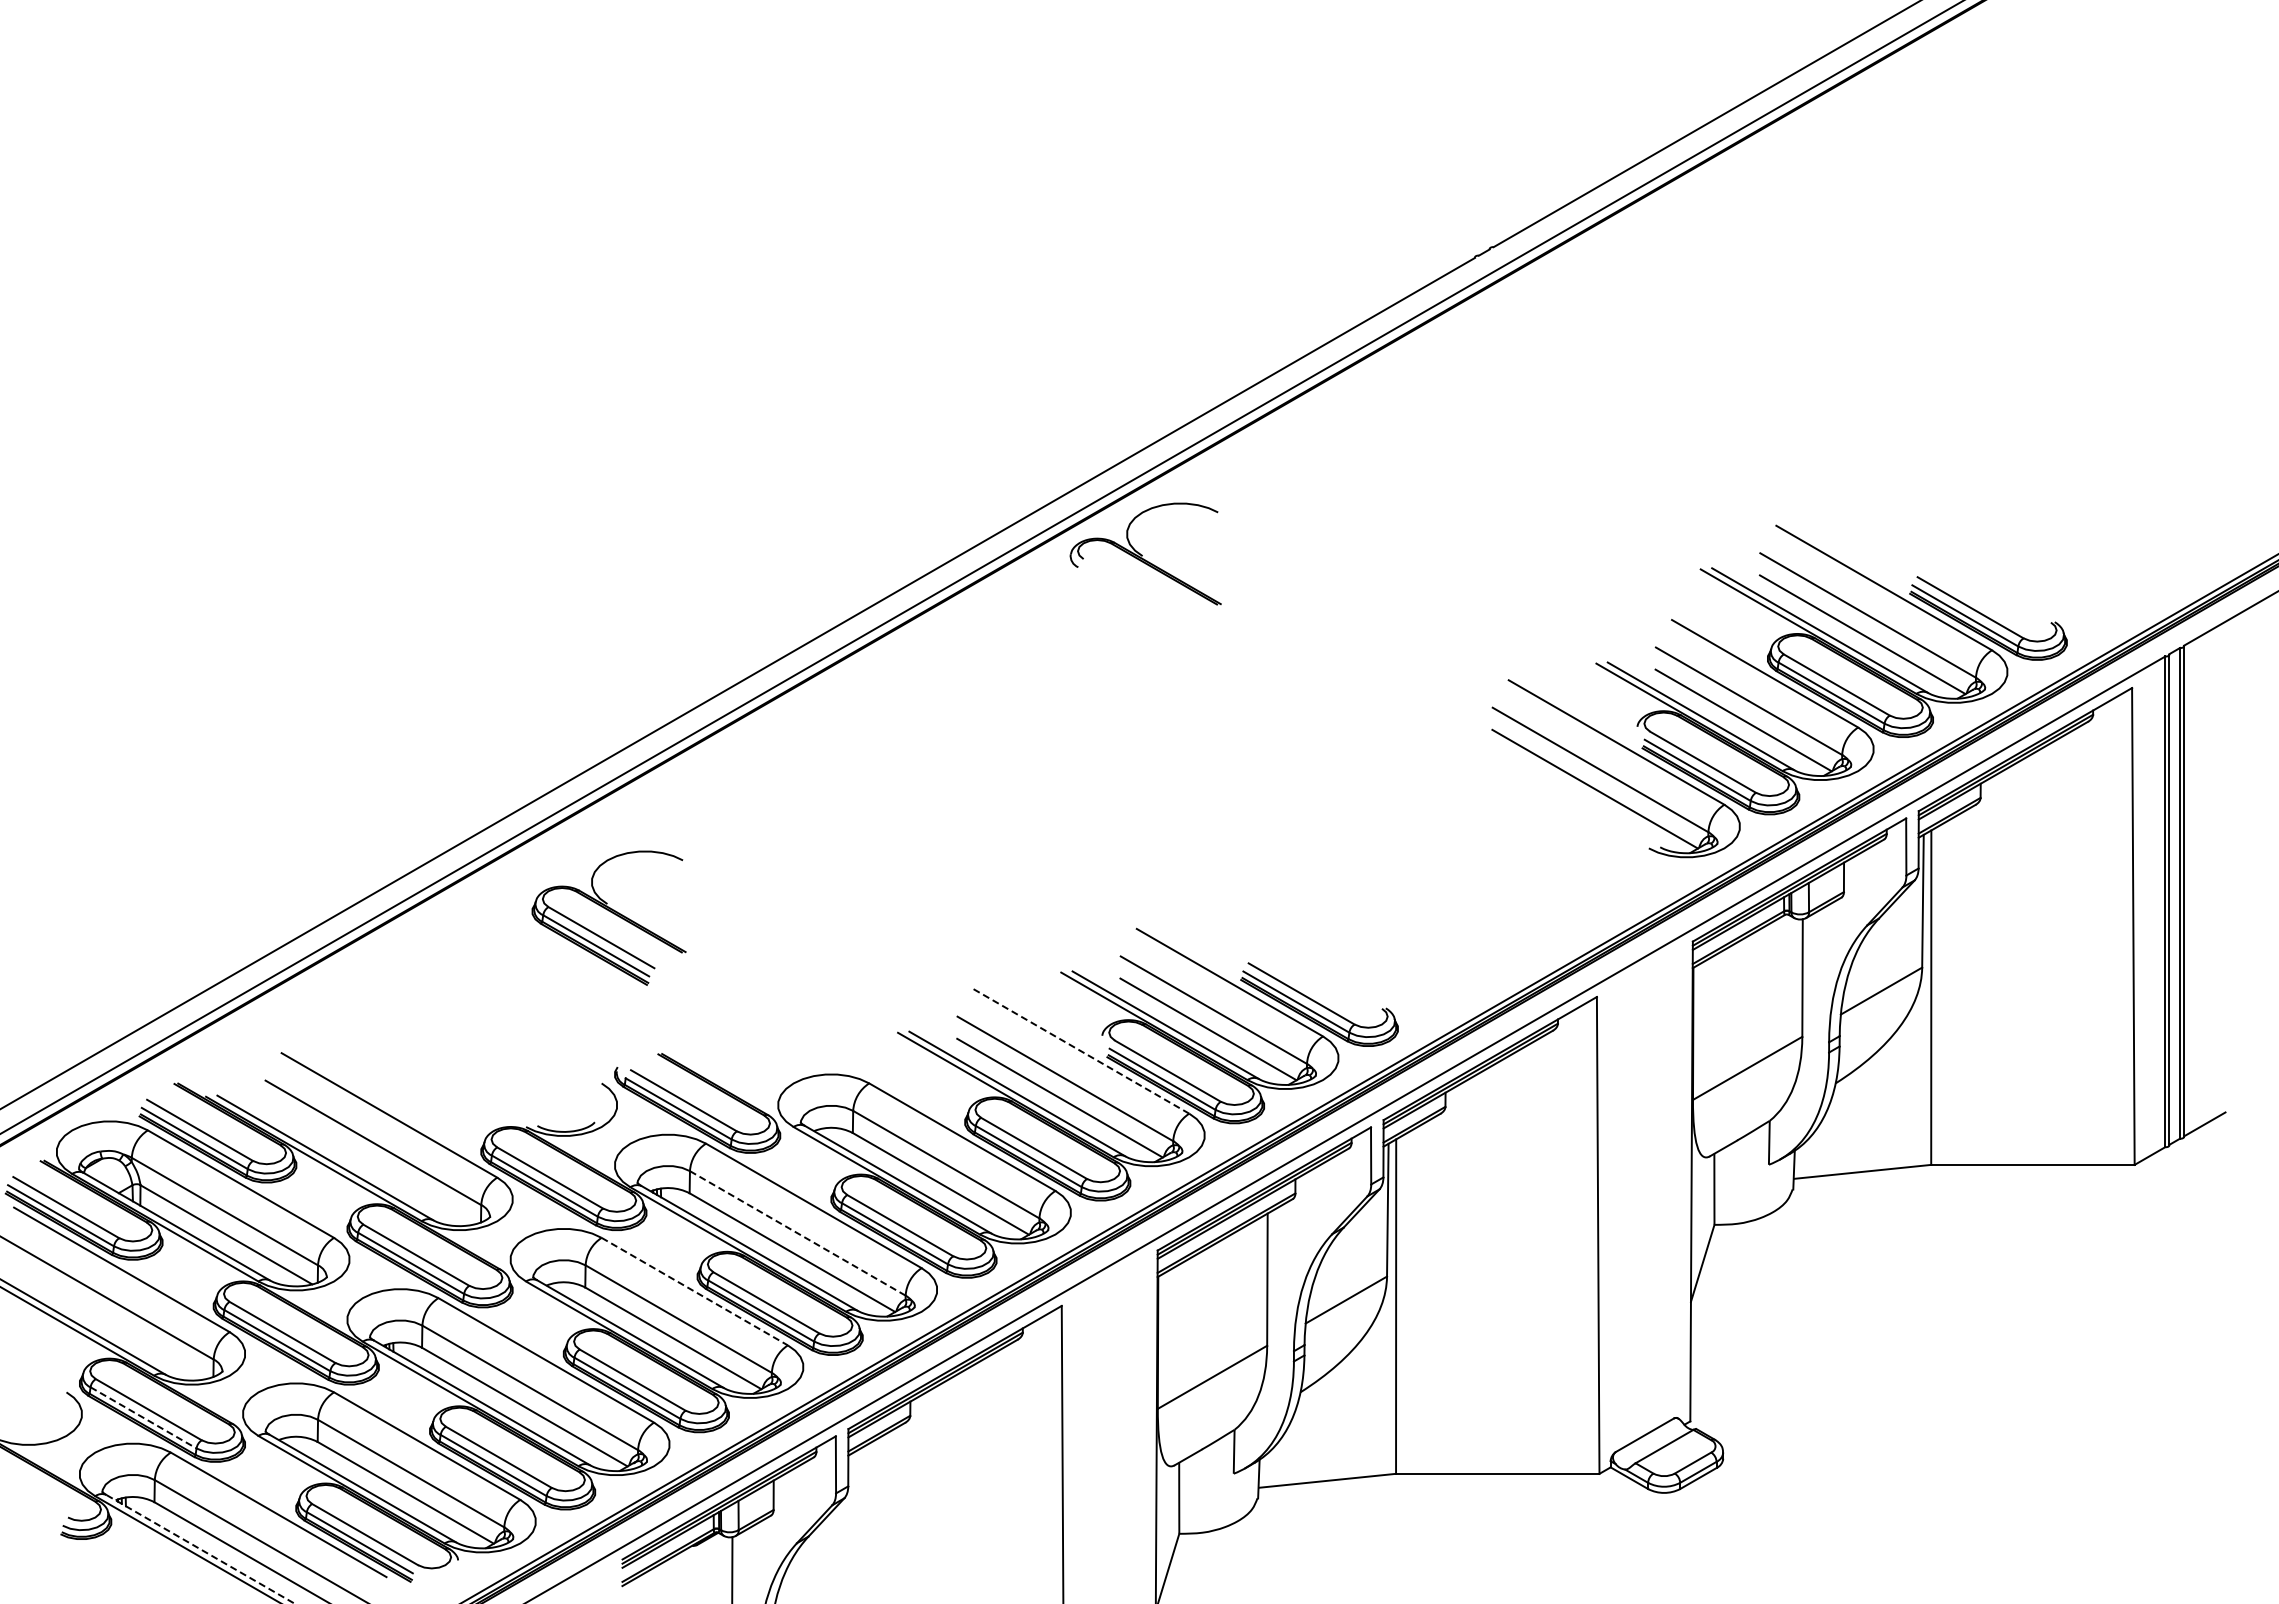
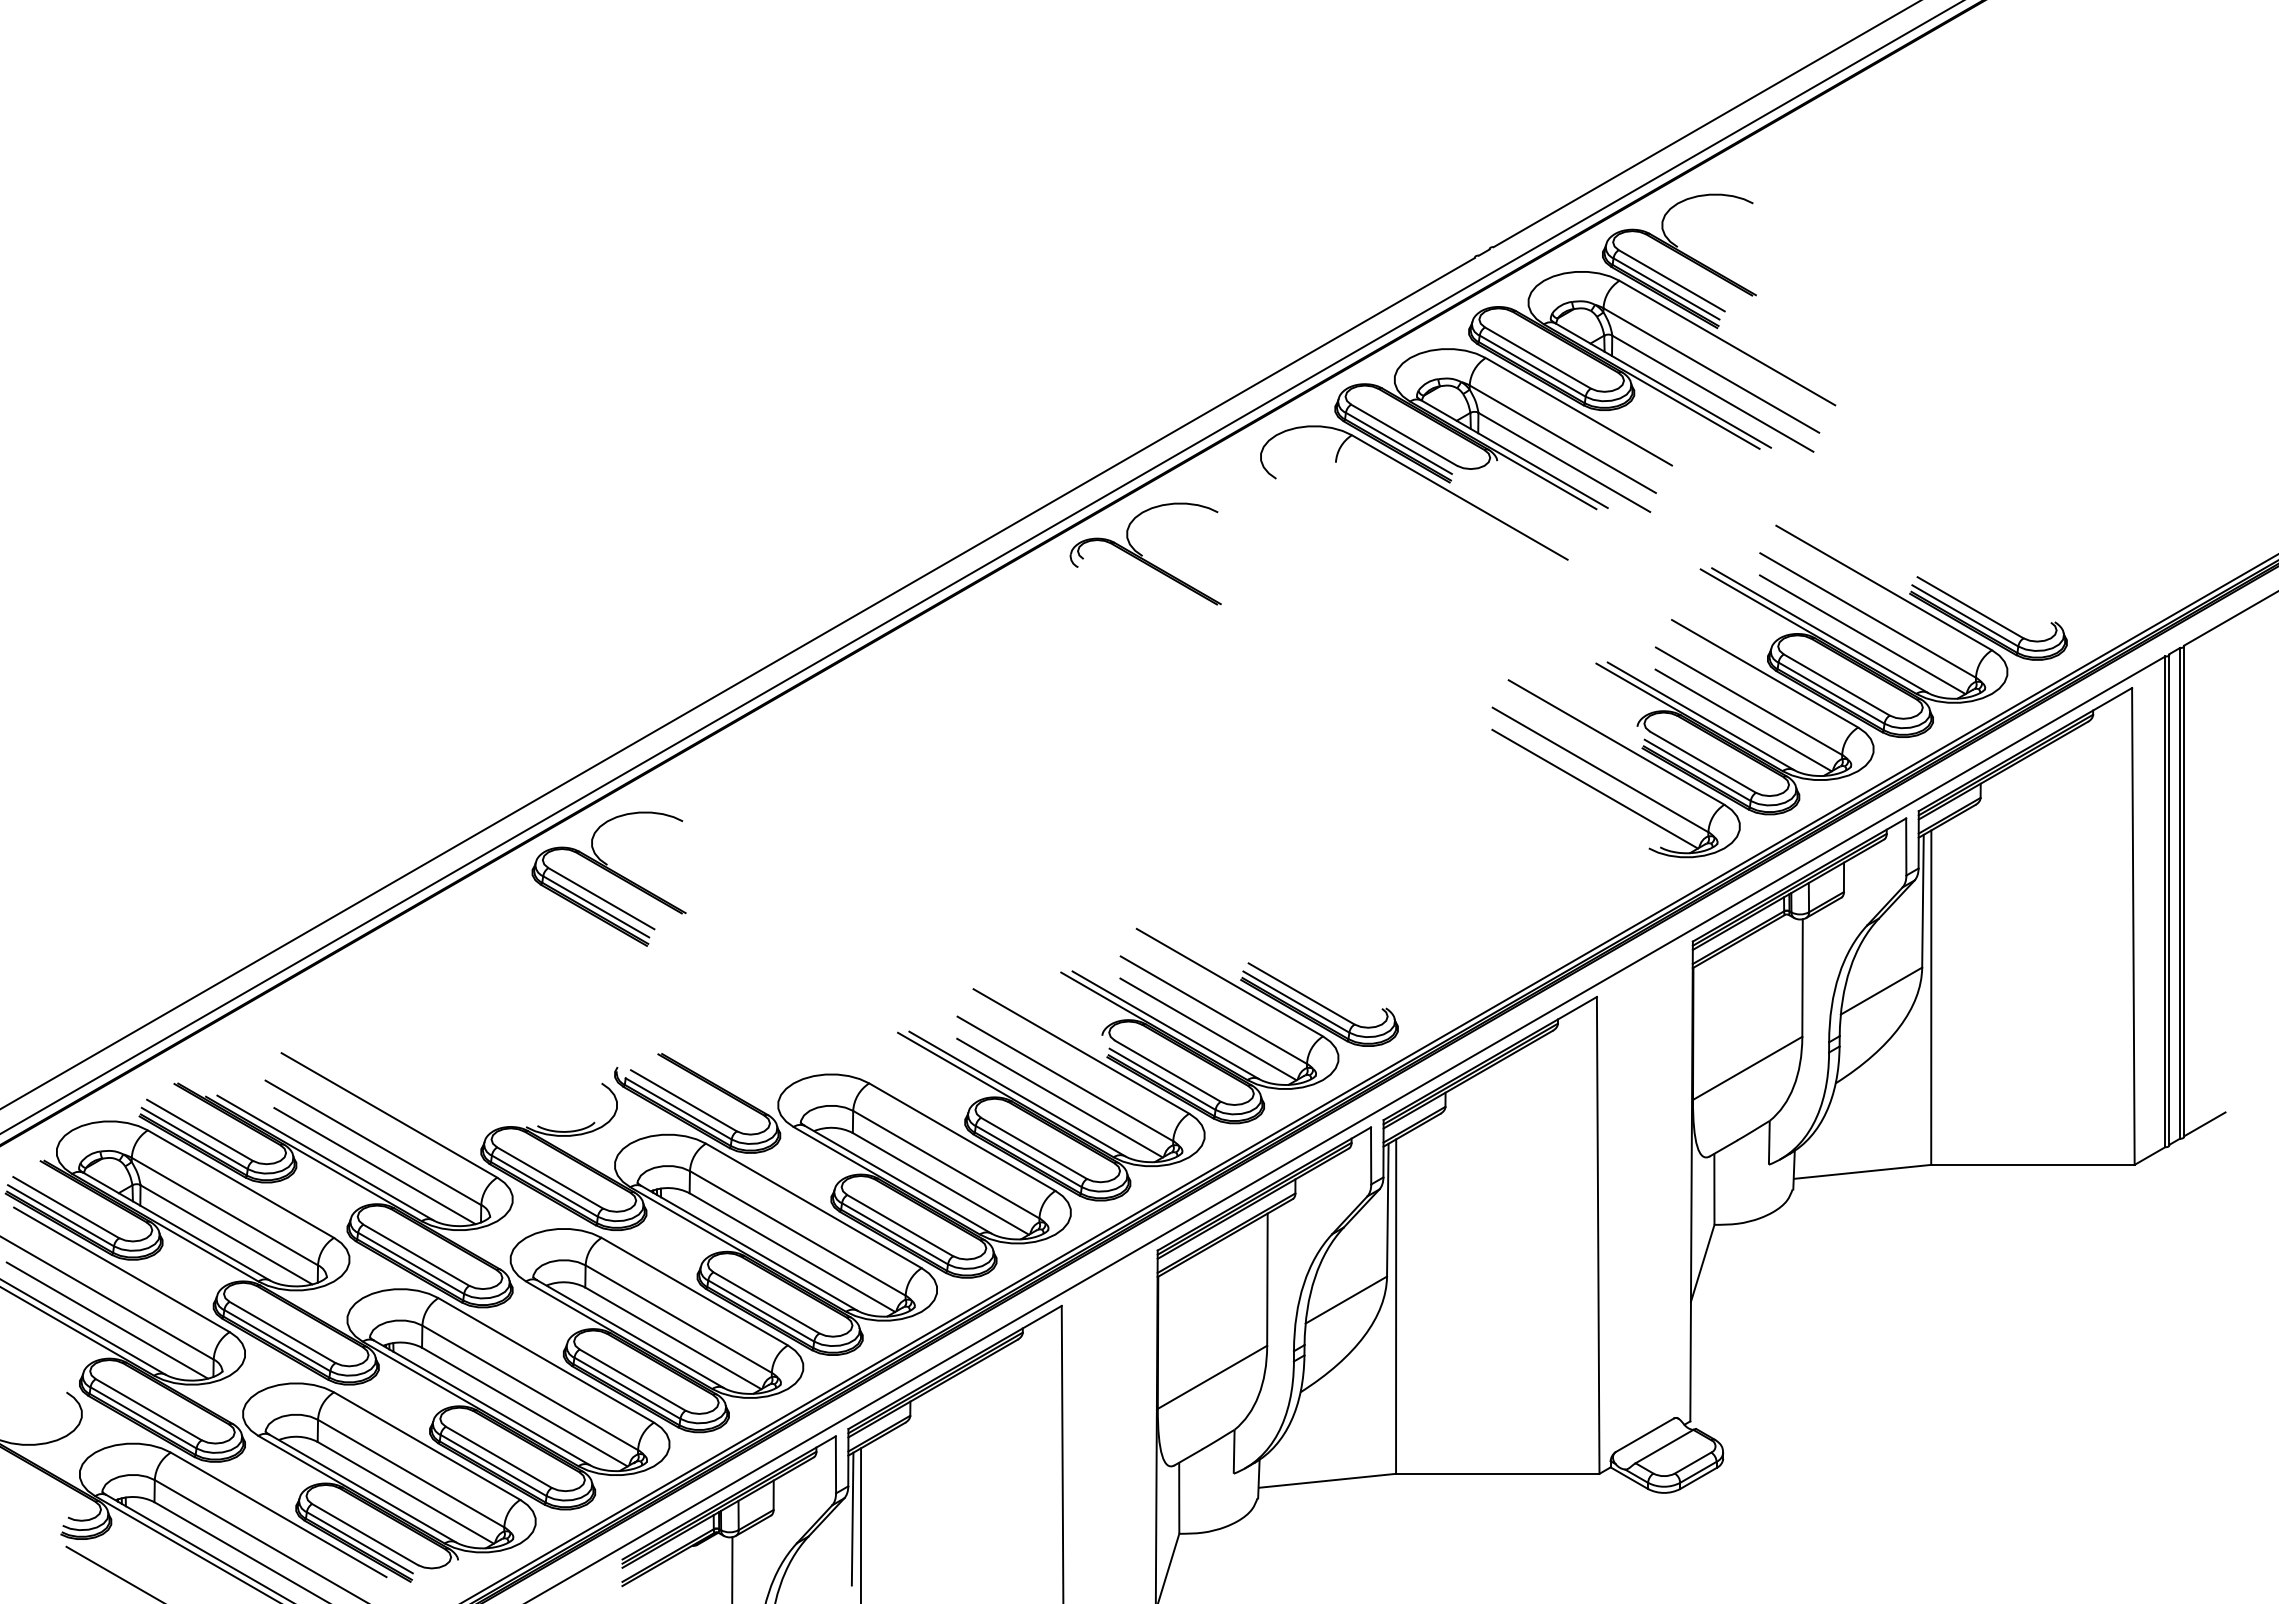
part at (1548, 376): none -> present
part at (608, 917) position: (608, 917) -> (608, 878)
line at (1081, 1051): dashed -> solid
line at (374, 1166): none -> present
line at (797, 1233): dashed -> solid
line at (694, 1291): dashed -> solid
line at (106, 1320): none -> present
line at (143, 1418): dashed -> solid
line at (852, 1518): none -> present
line at (860, 1524): none -> present
line at (200, 1549): dashed -> solid
line at (113, 1573): none -> present
